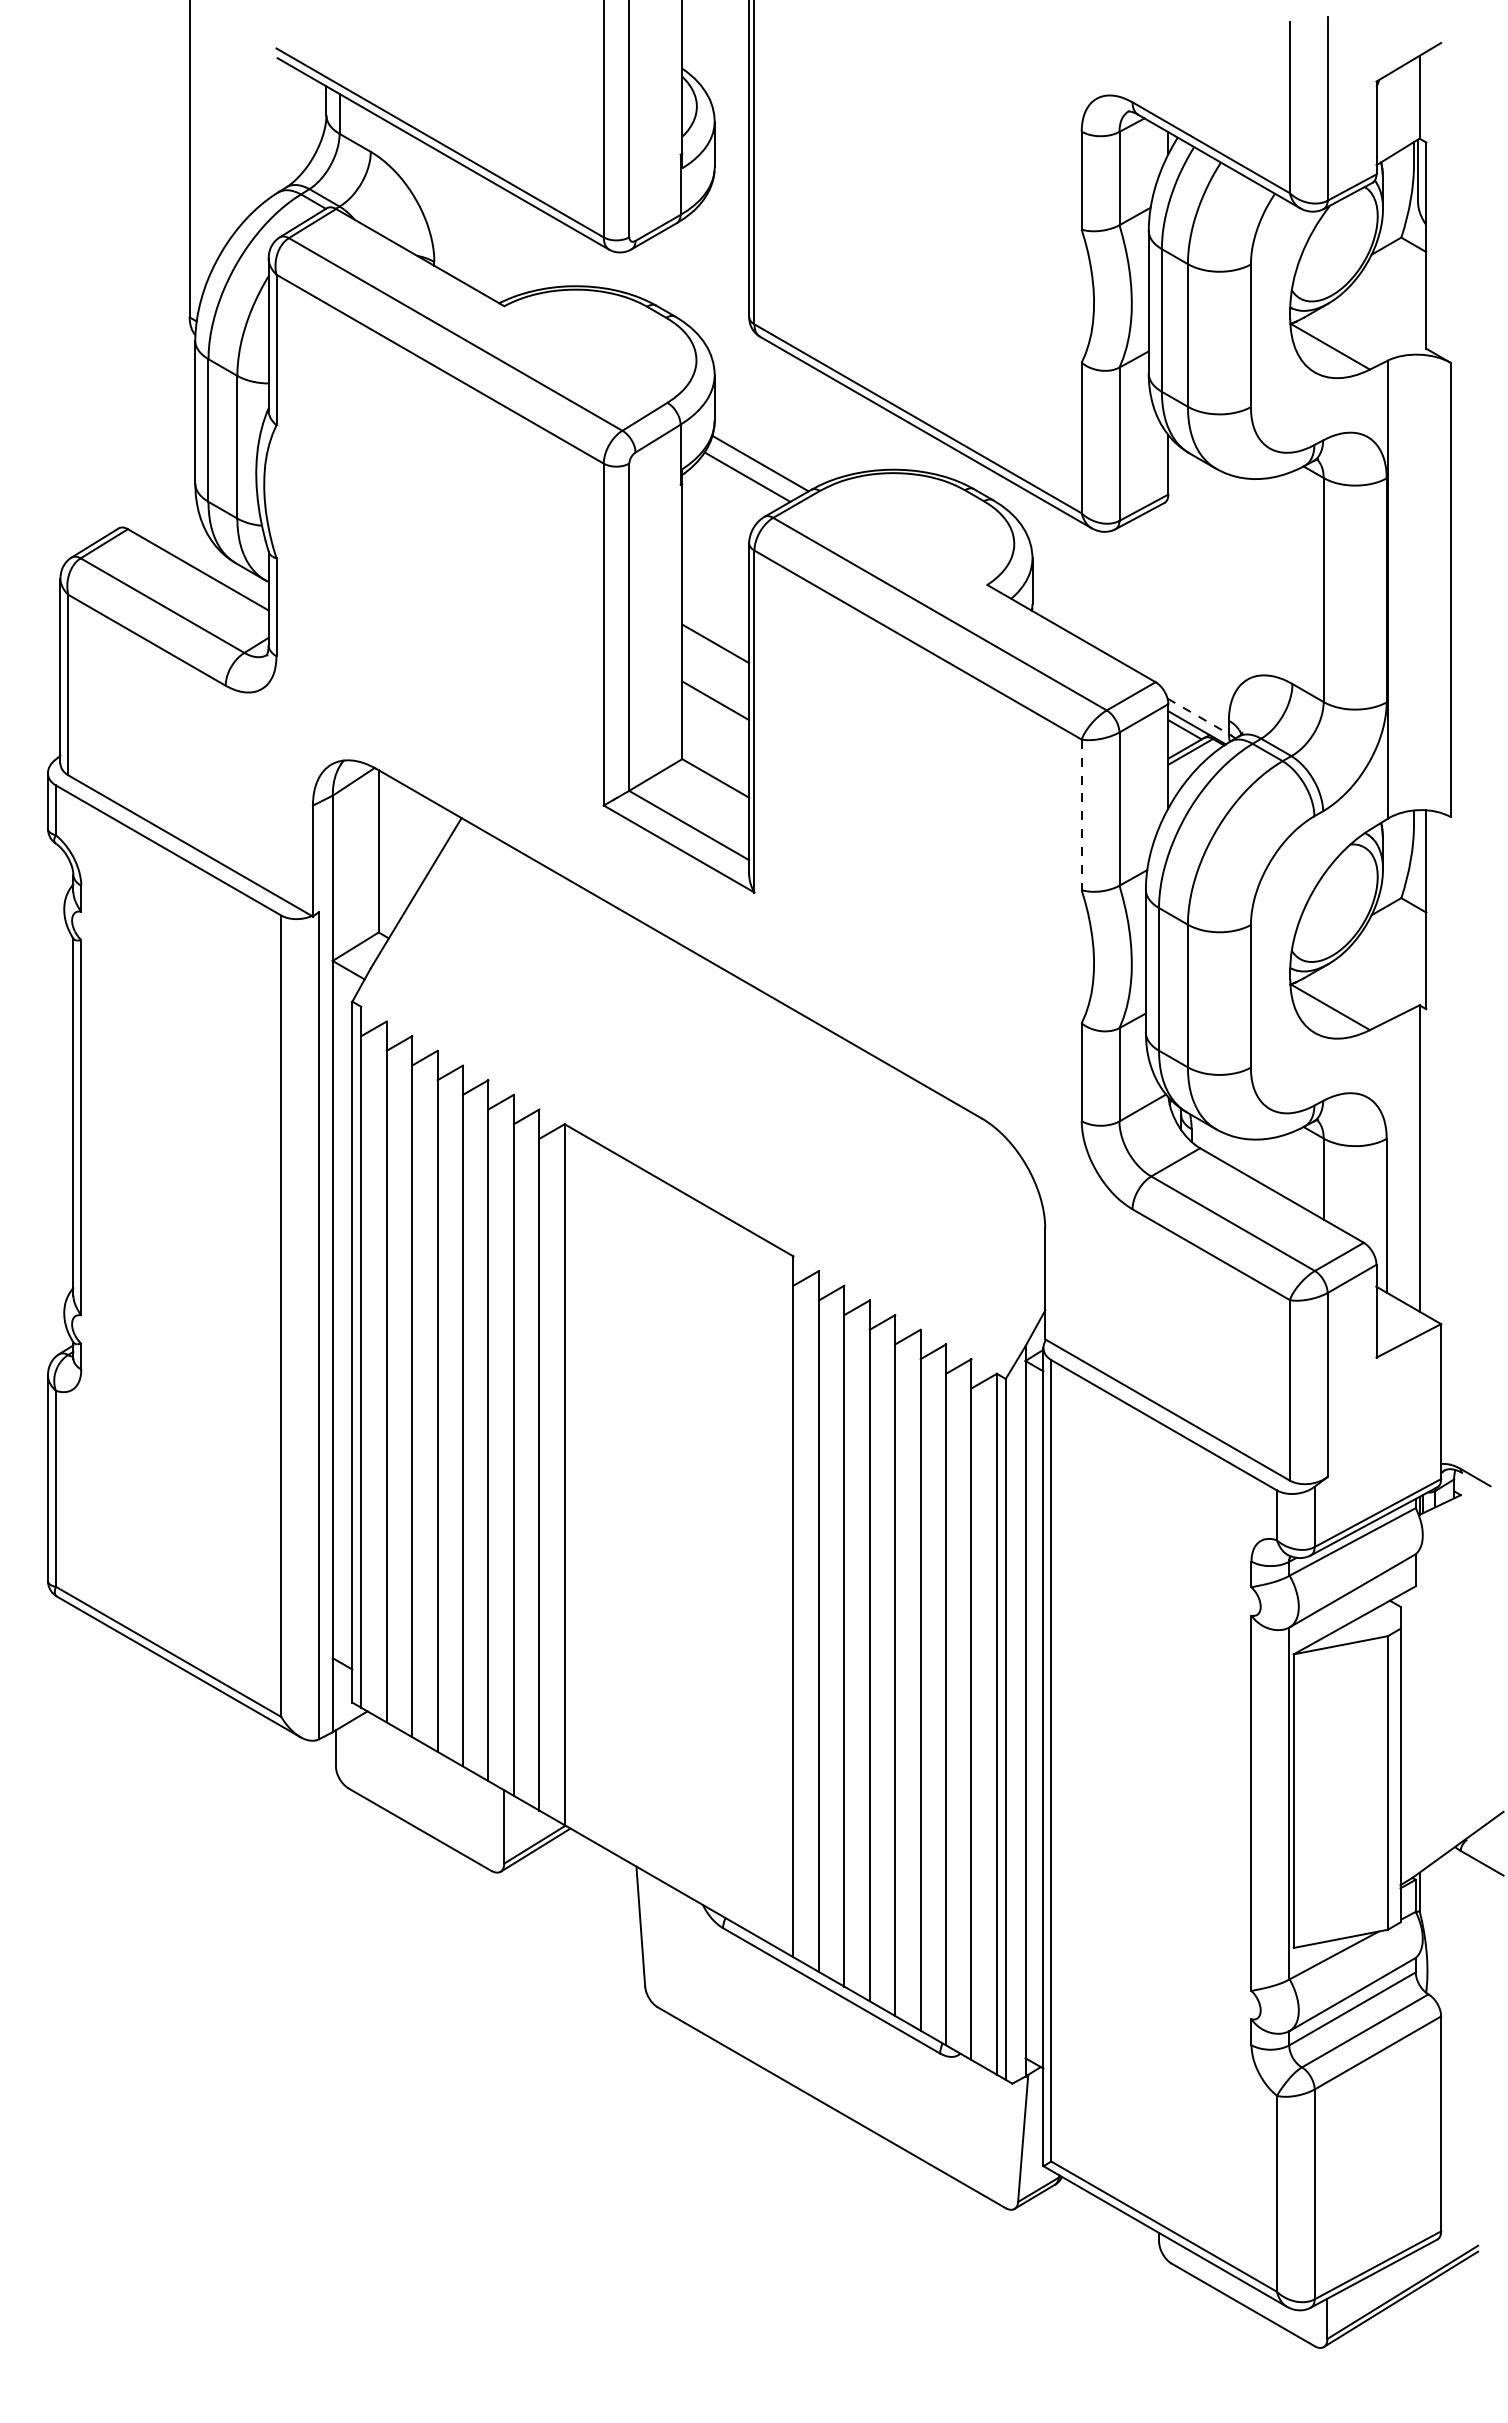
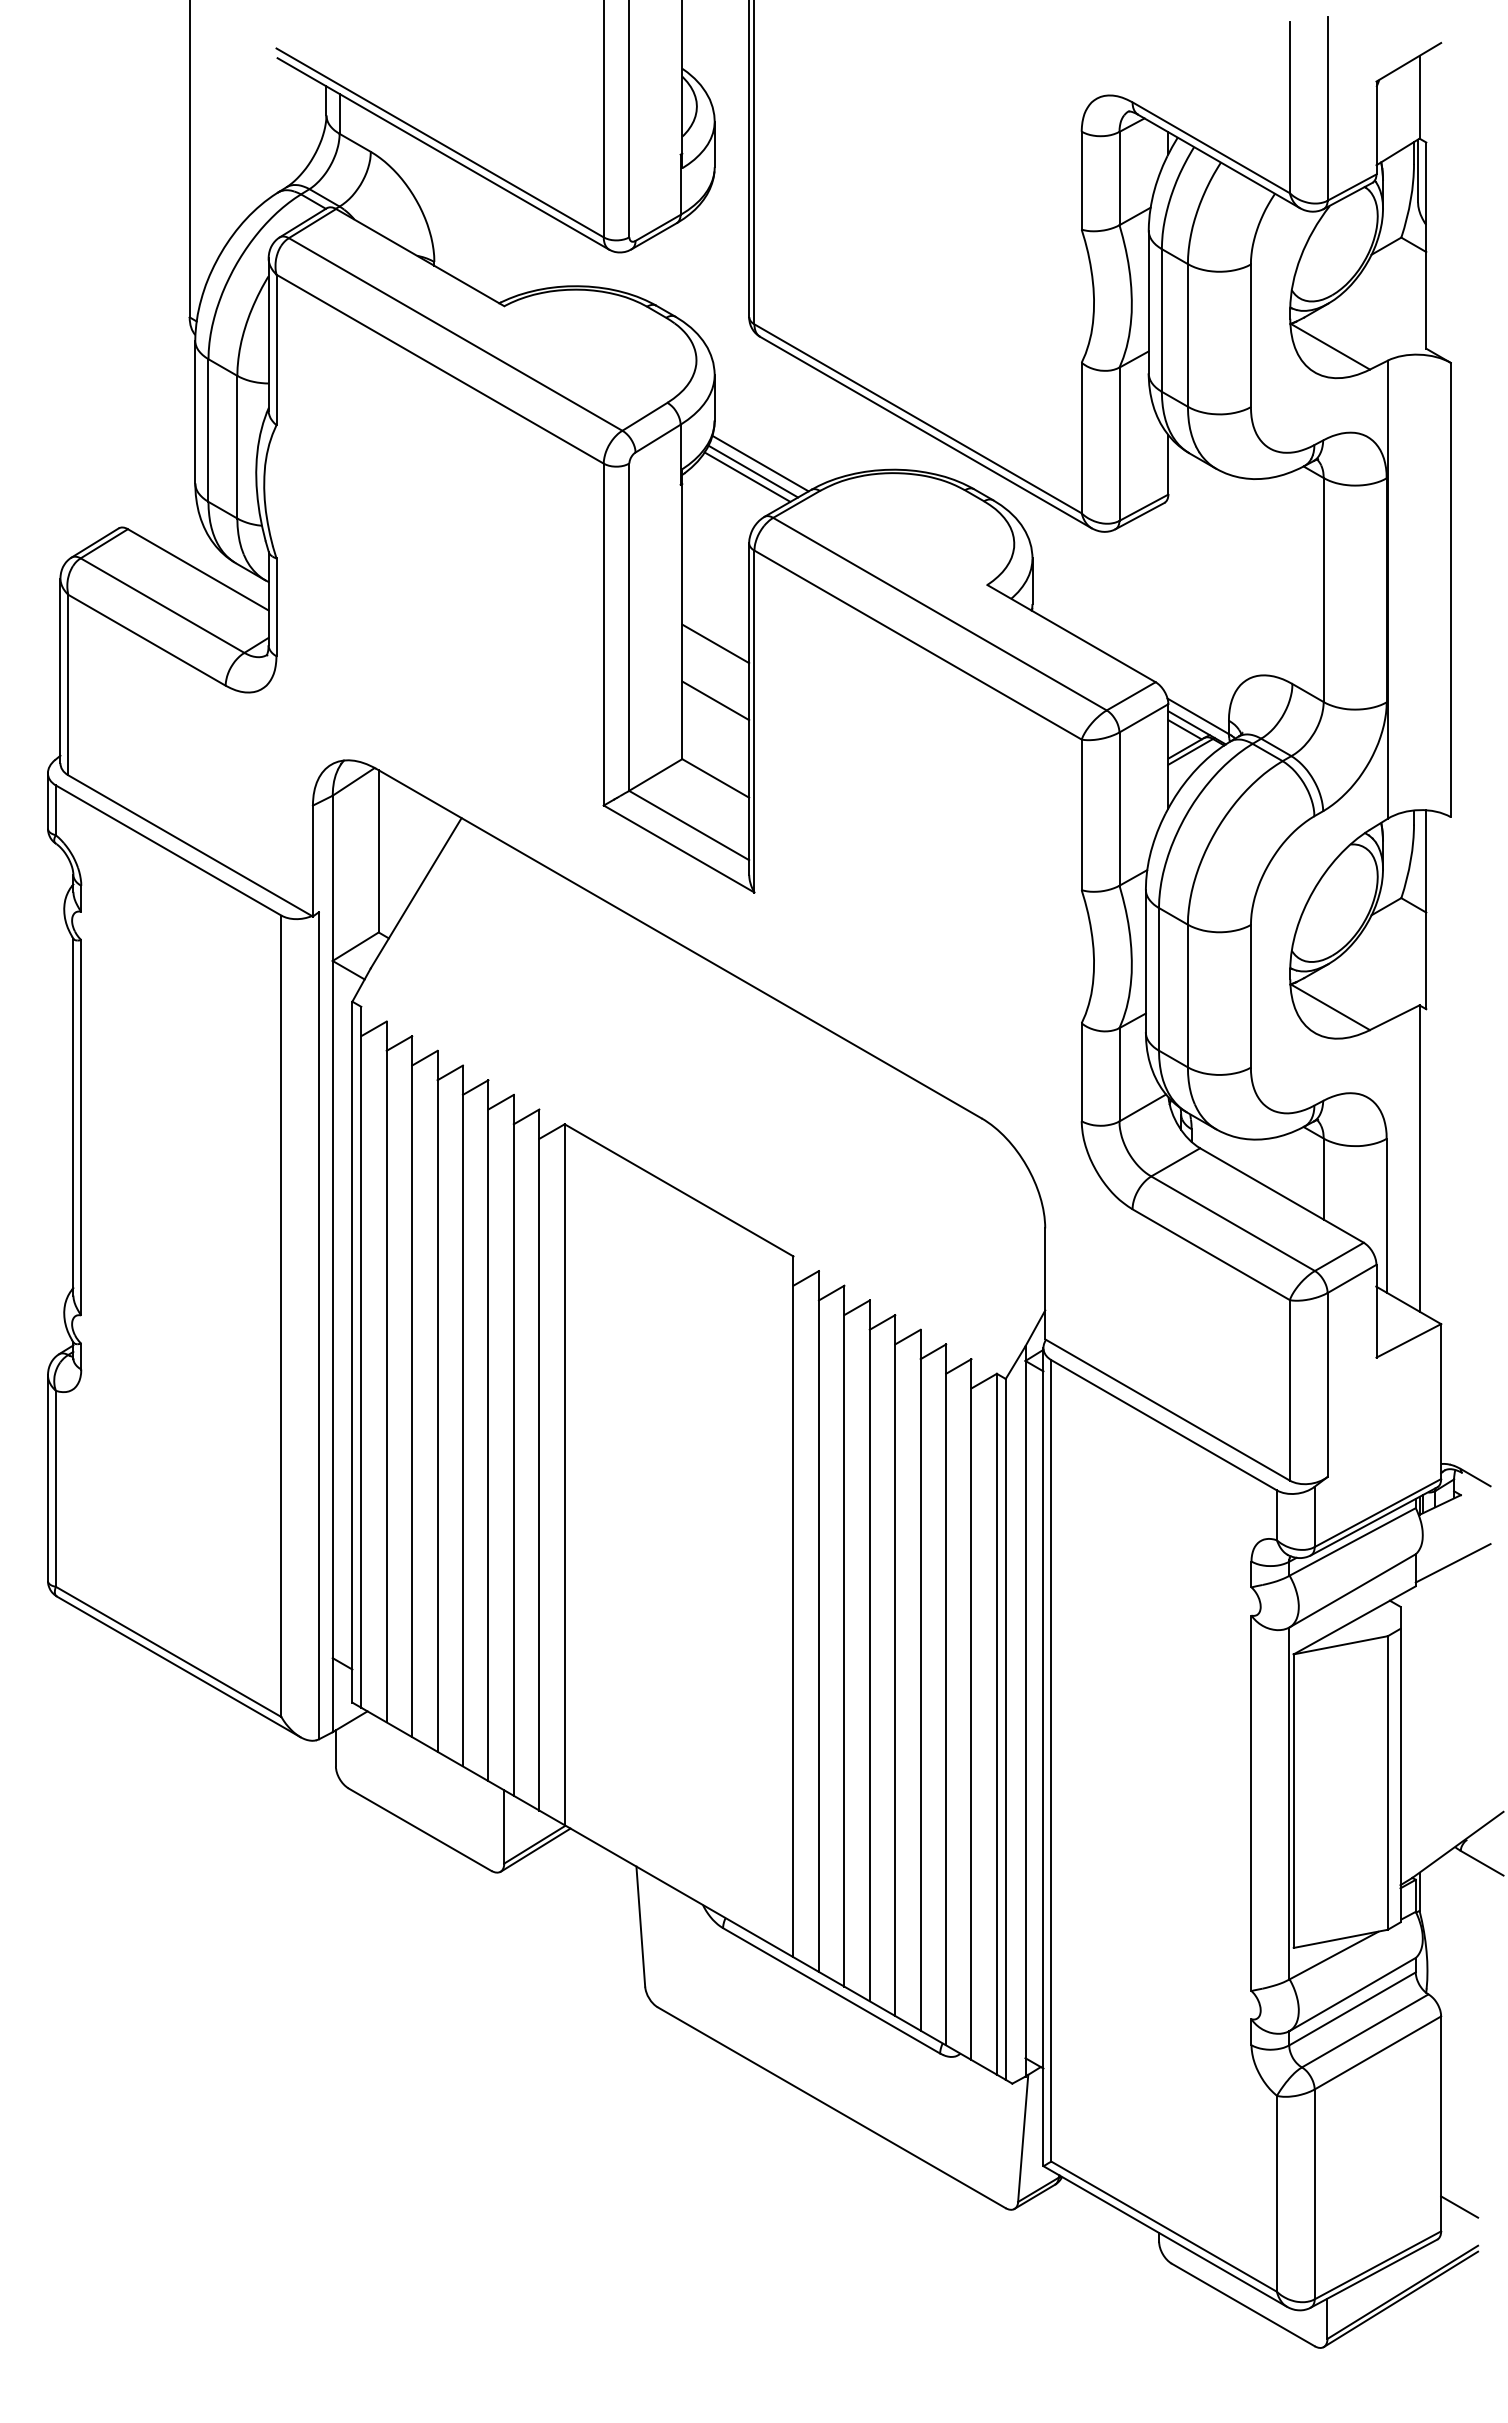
line at (753, 471): none -> present
line at (1198, 716): dashed -> solid
line at (1081, 815): dashed -> solid
line at (1452, 1563): none -> present
line at (1459, 2206): none -> present
